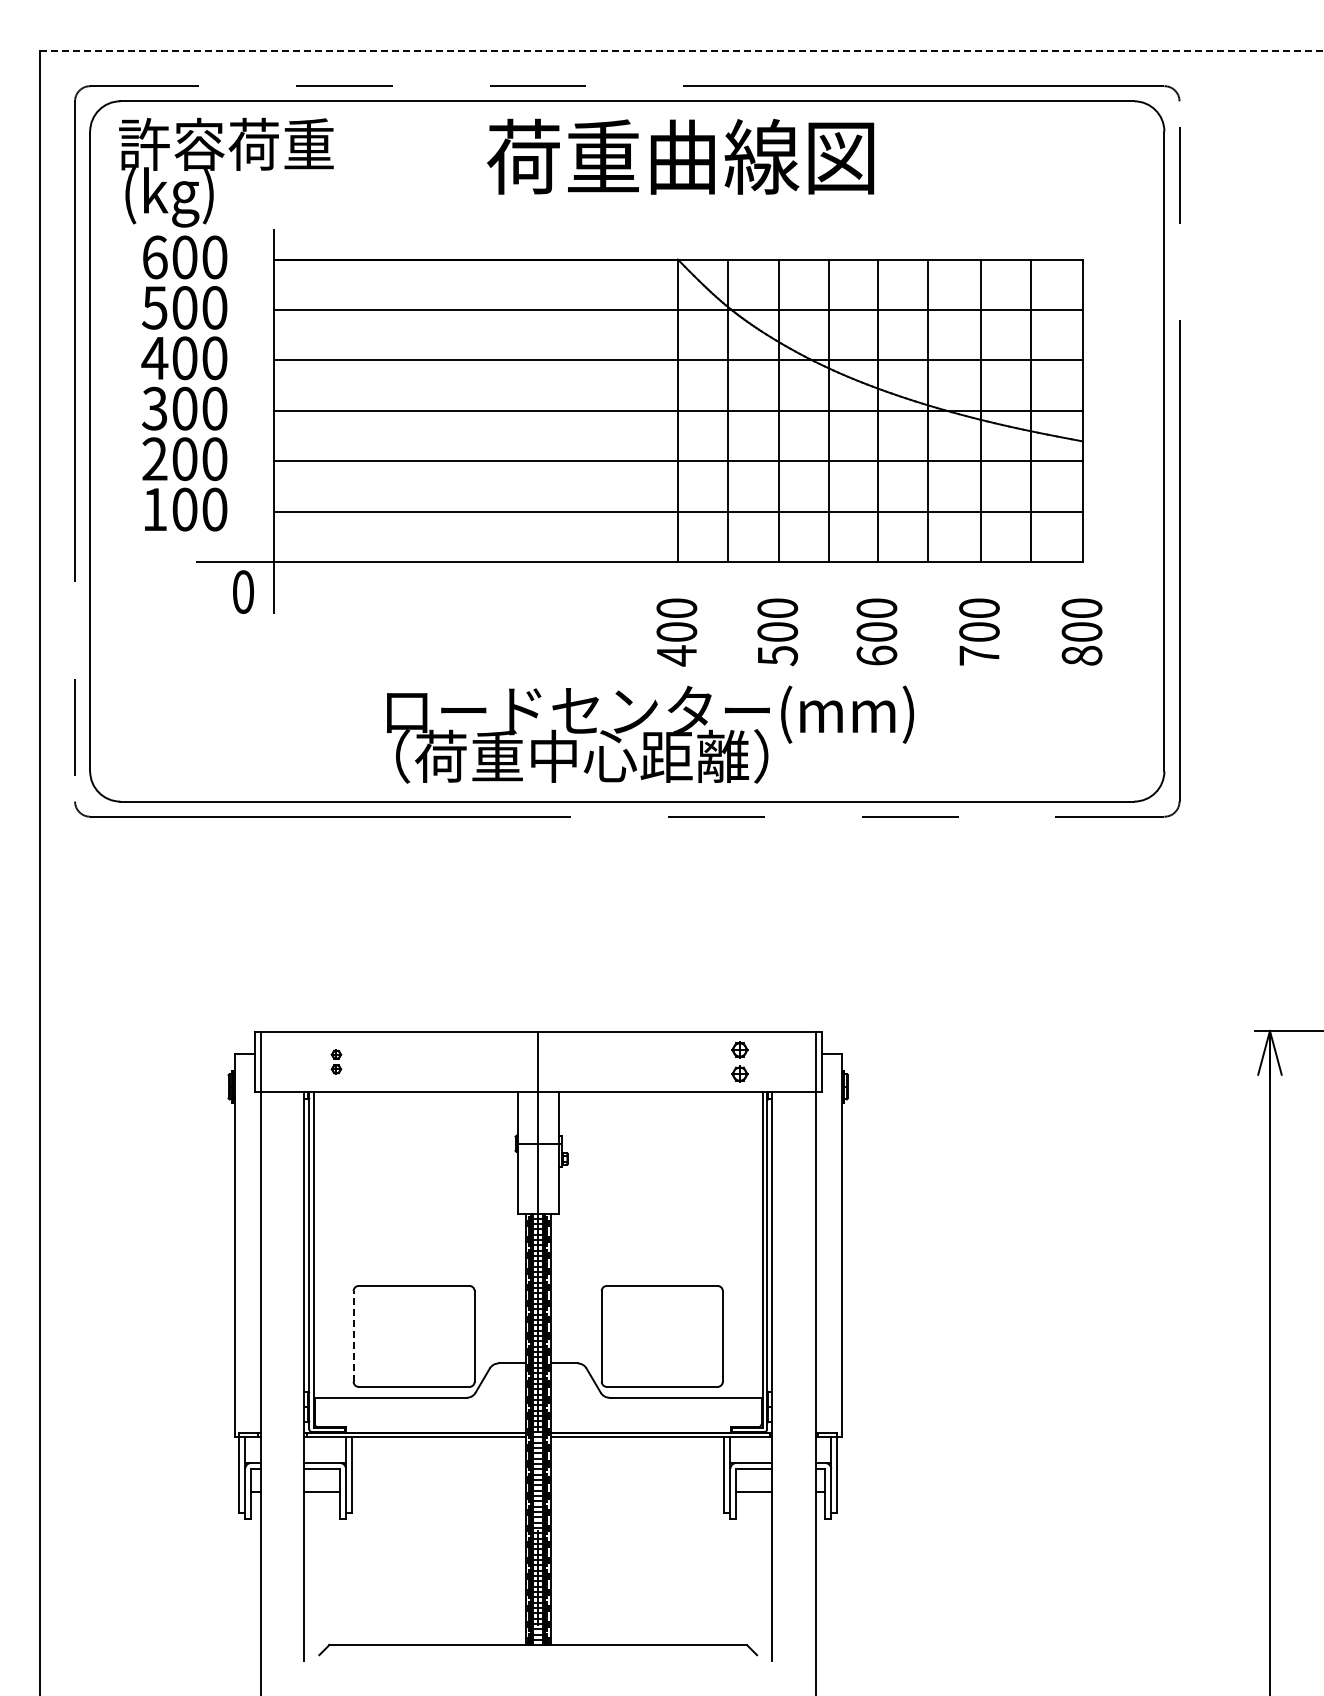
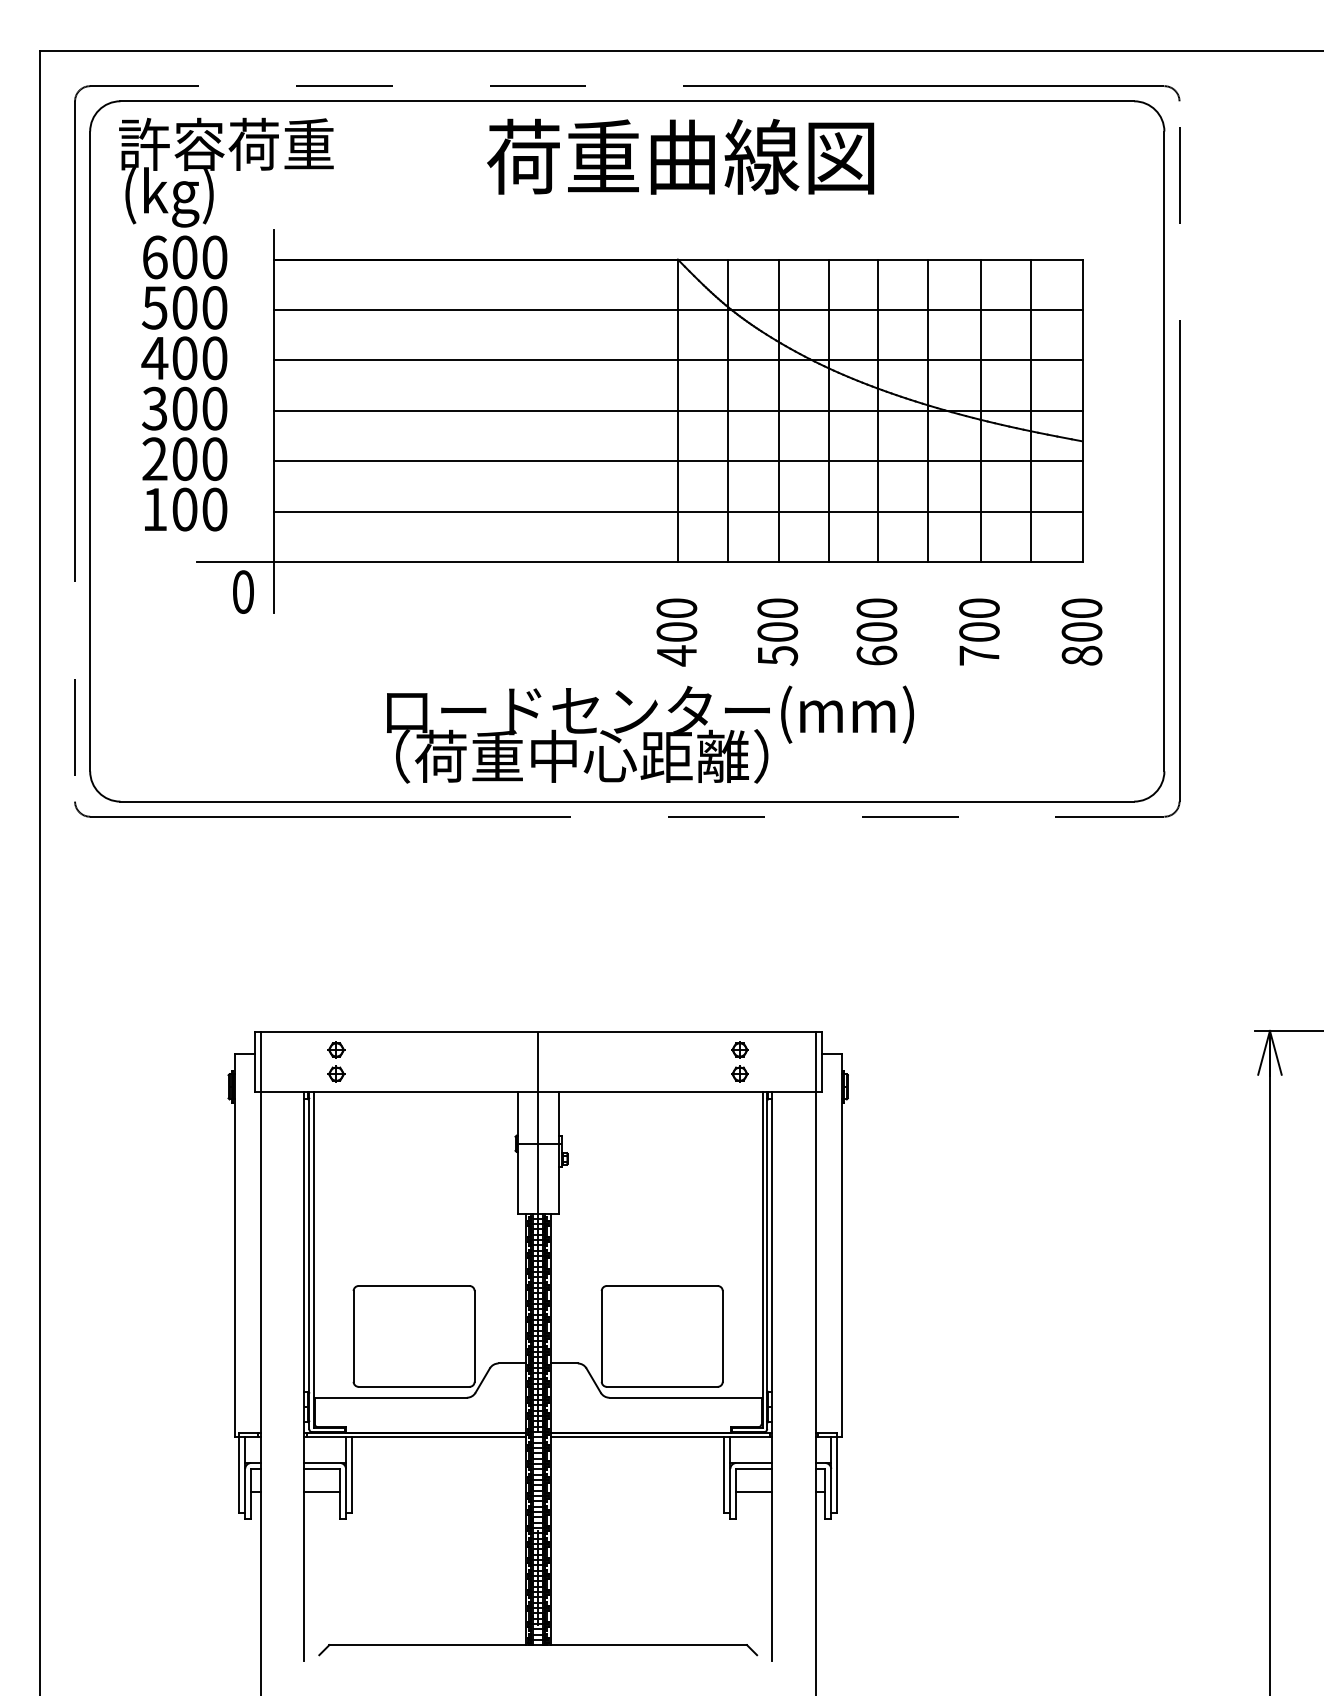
line at (681, 50): dashed -> solid
part at (336, 1061) size: 13x26 px -> 19x42 px
line at (353, 1335): dashed -> solid
